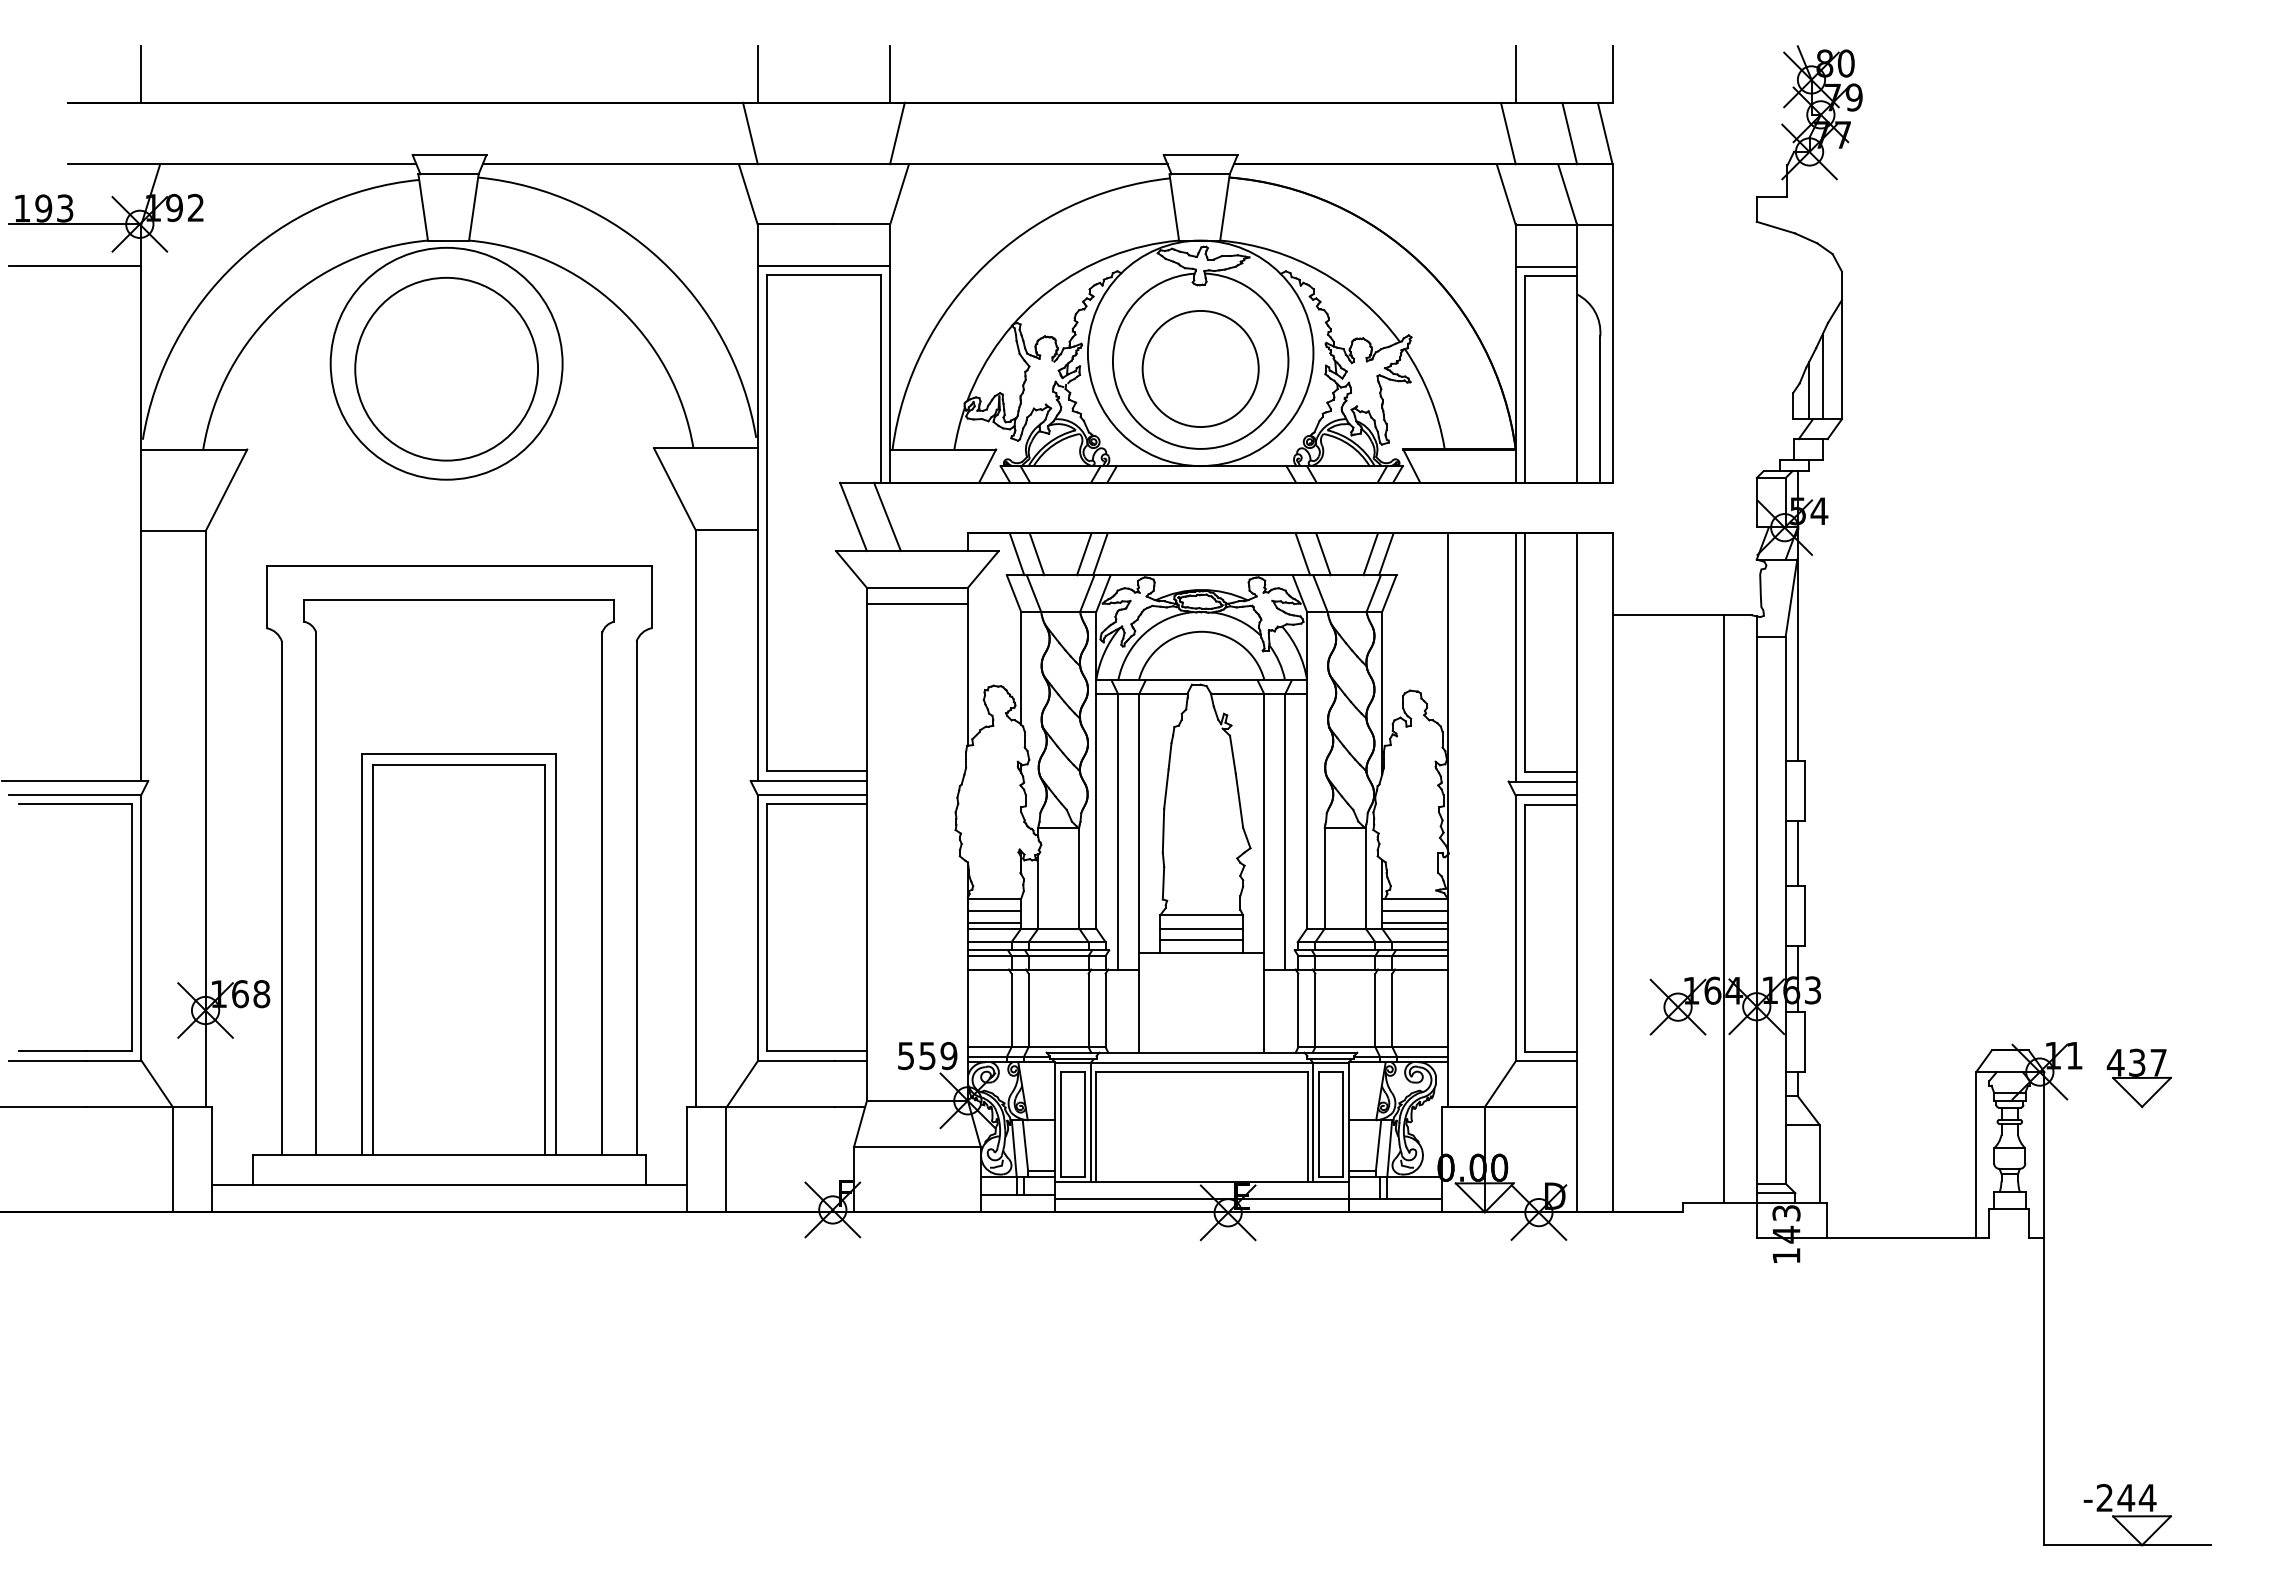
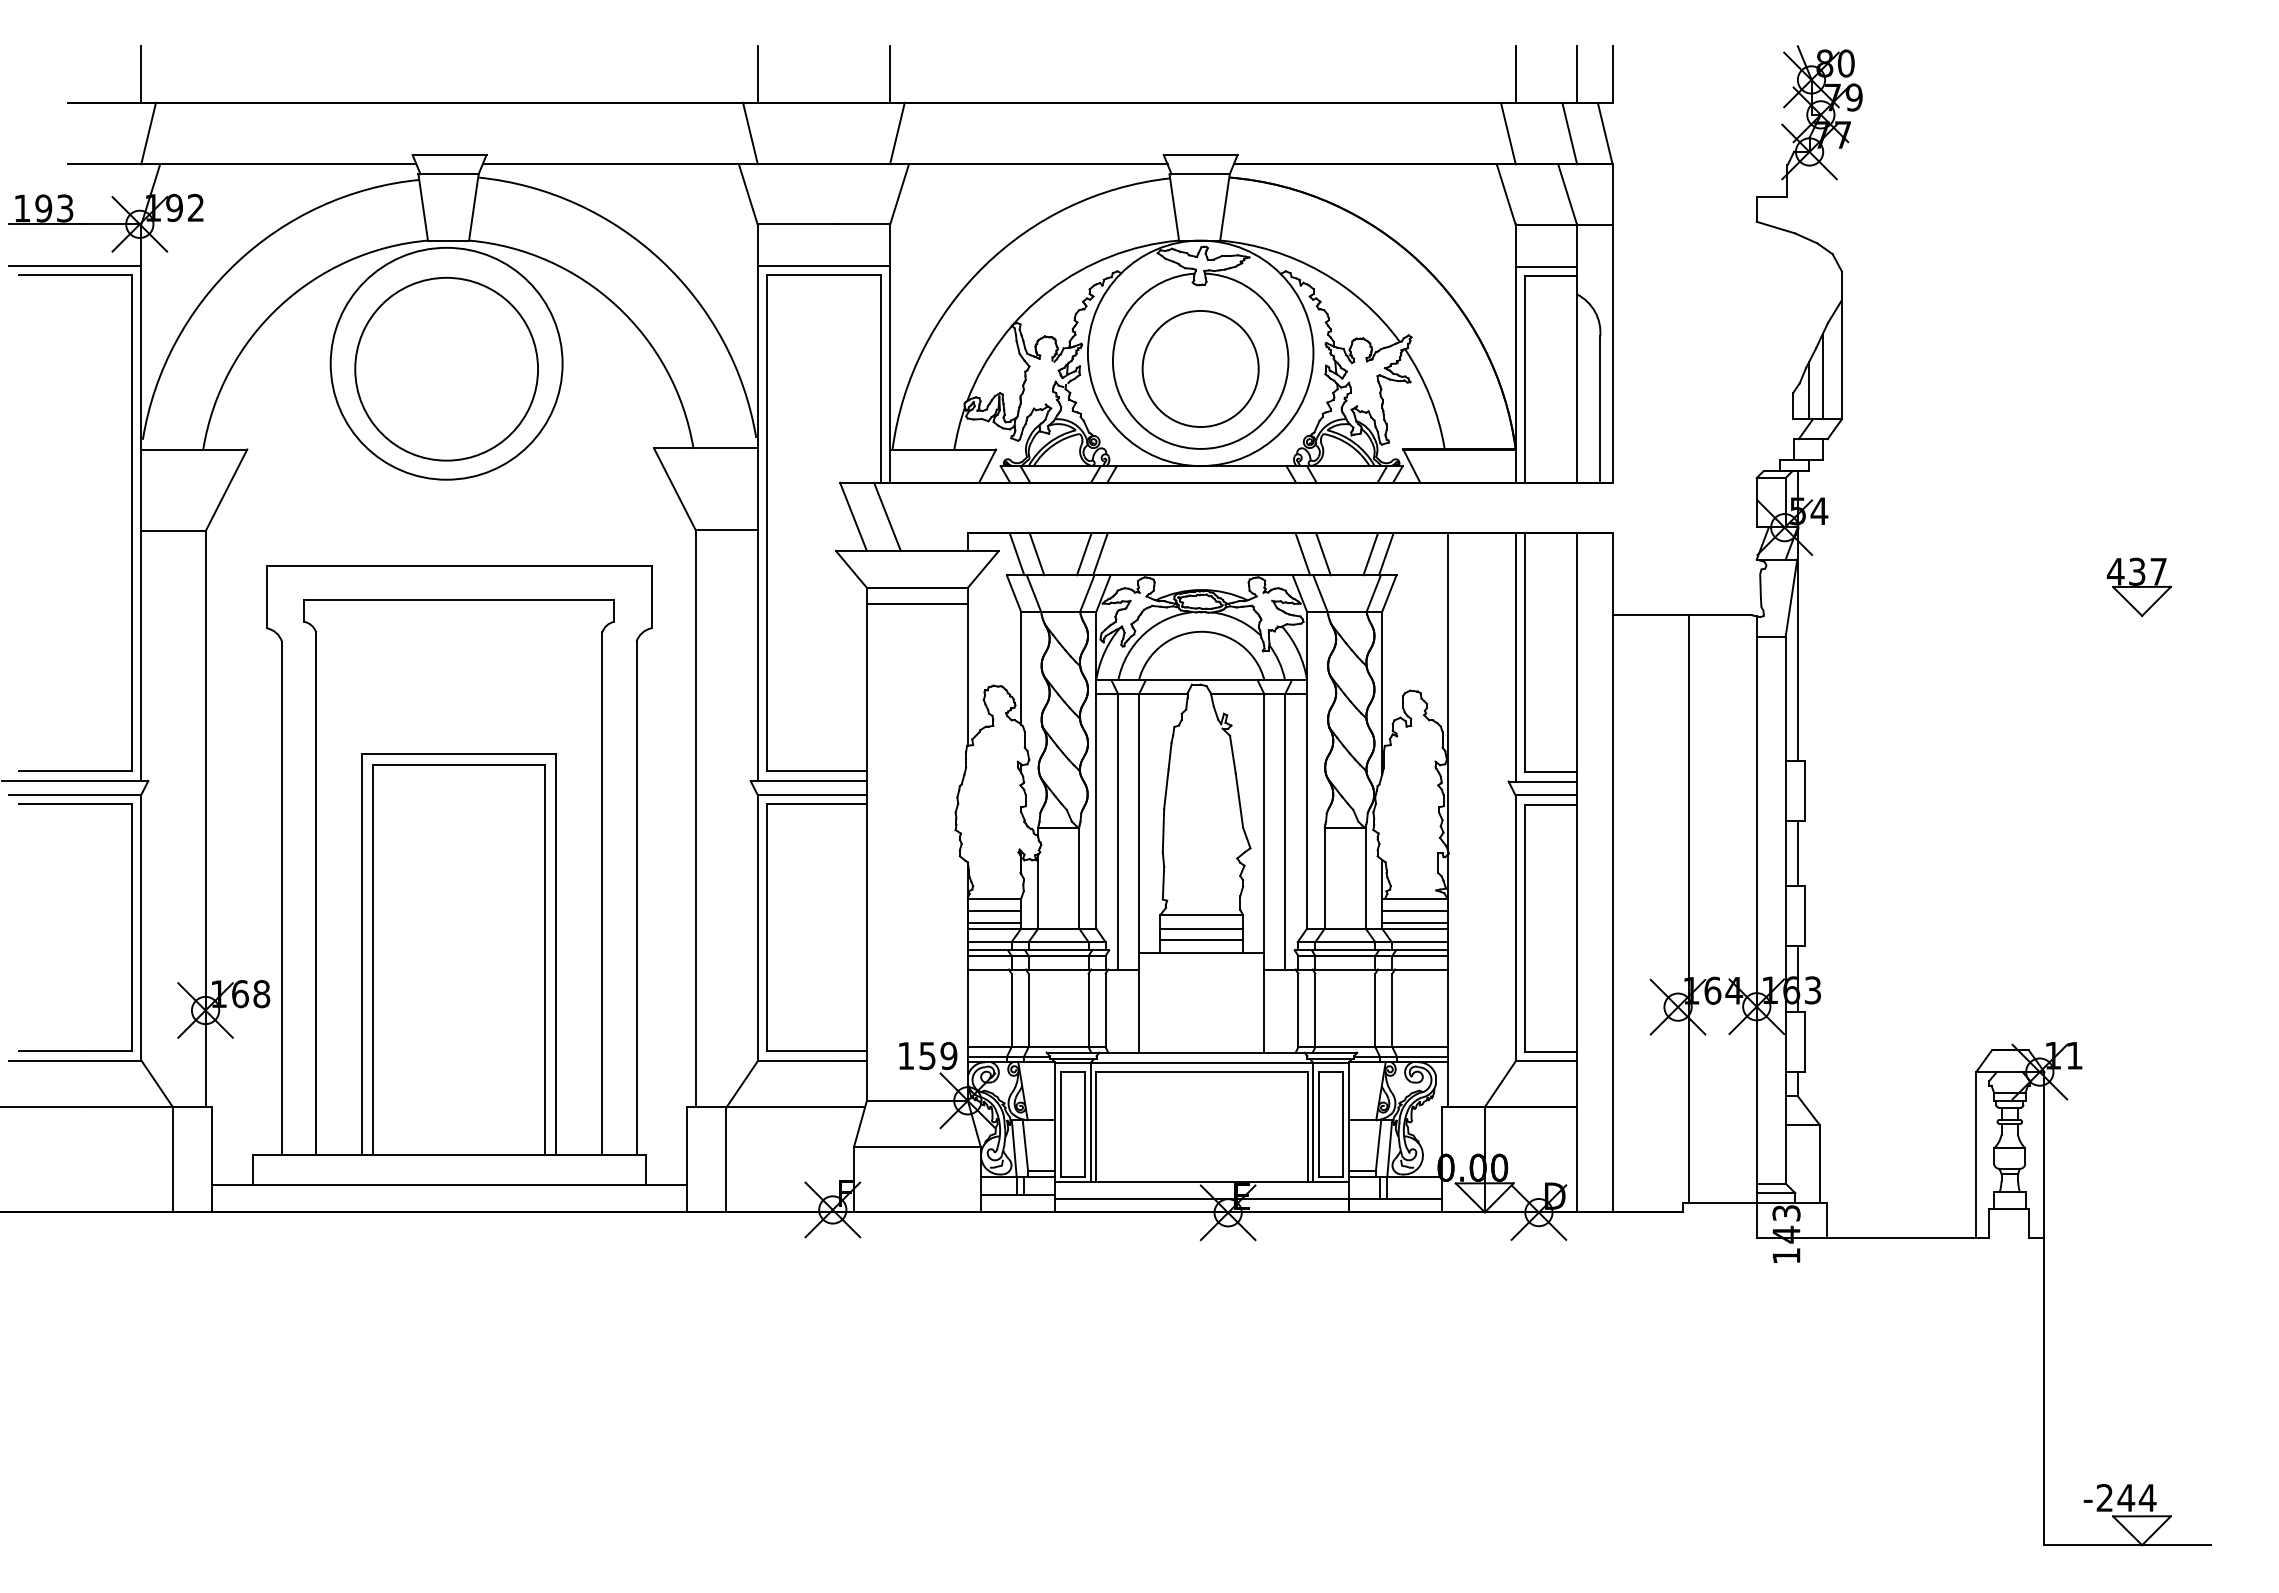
line at (1577, 73): none -> present
line at (148, 133): none -> present
part at (131, 522): none -> present
line at (1723, 908) position: (1723, 908) -> (1688, 908)
text at (905, 1056): 559 -> 159
part at (2138, 1078) position: (2138, 1078) -> (2138, 587)
